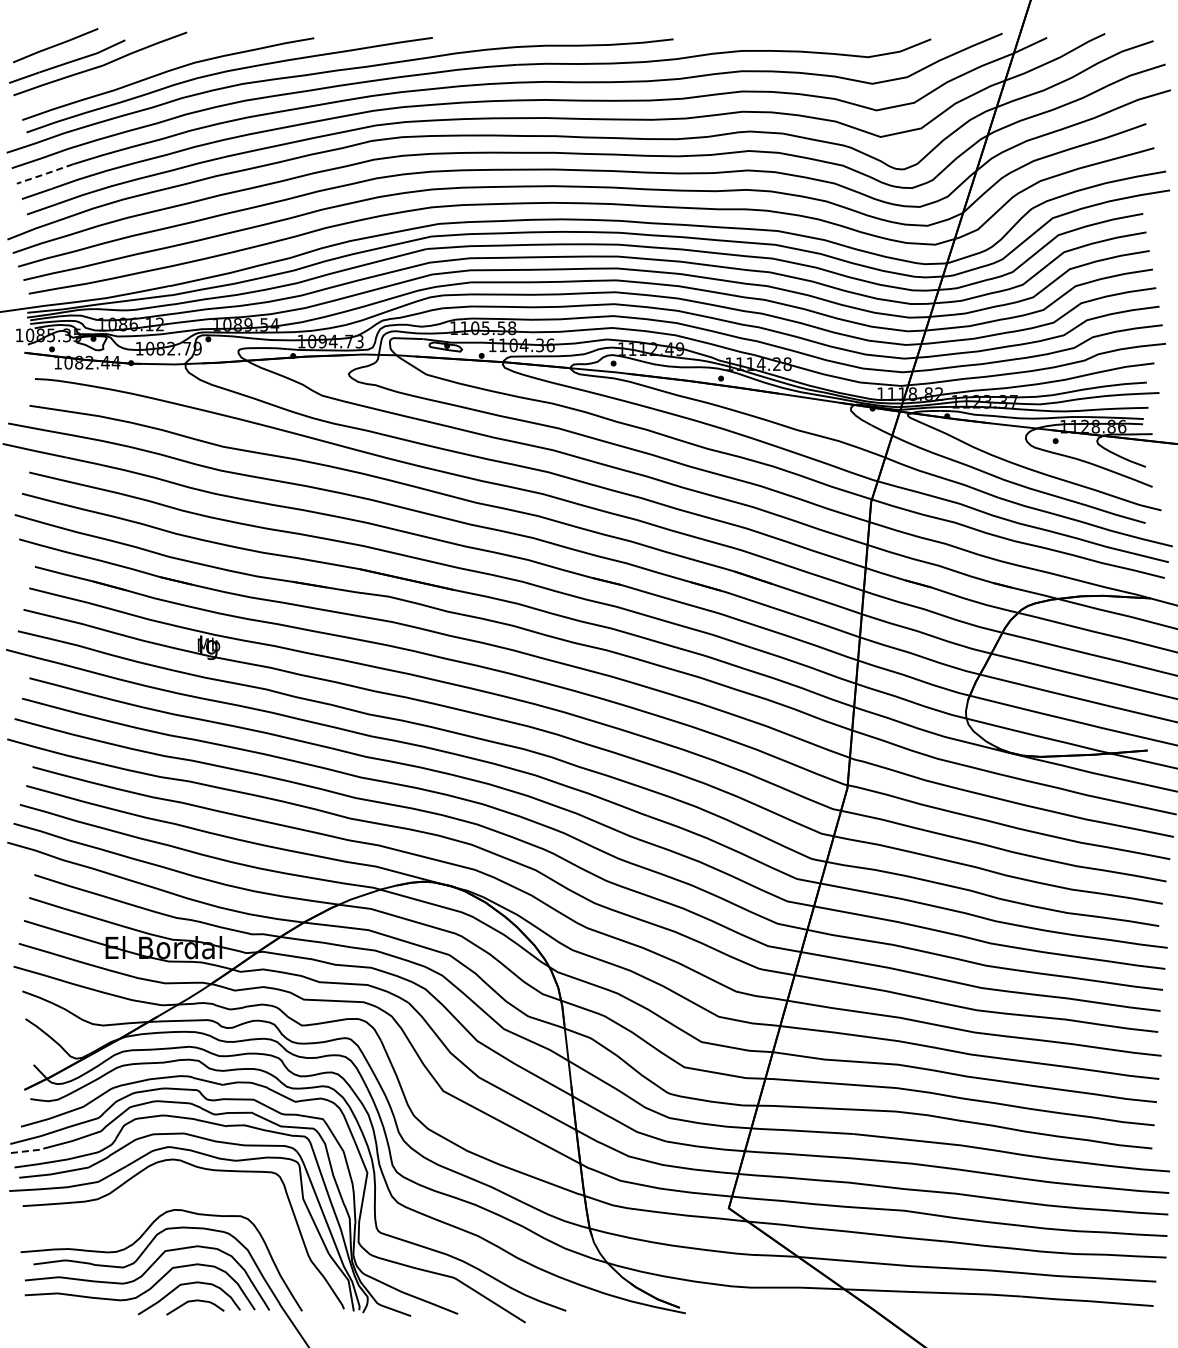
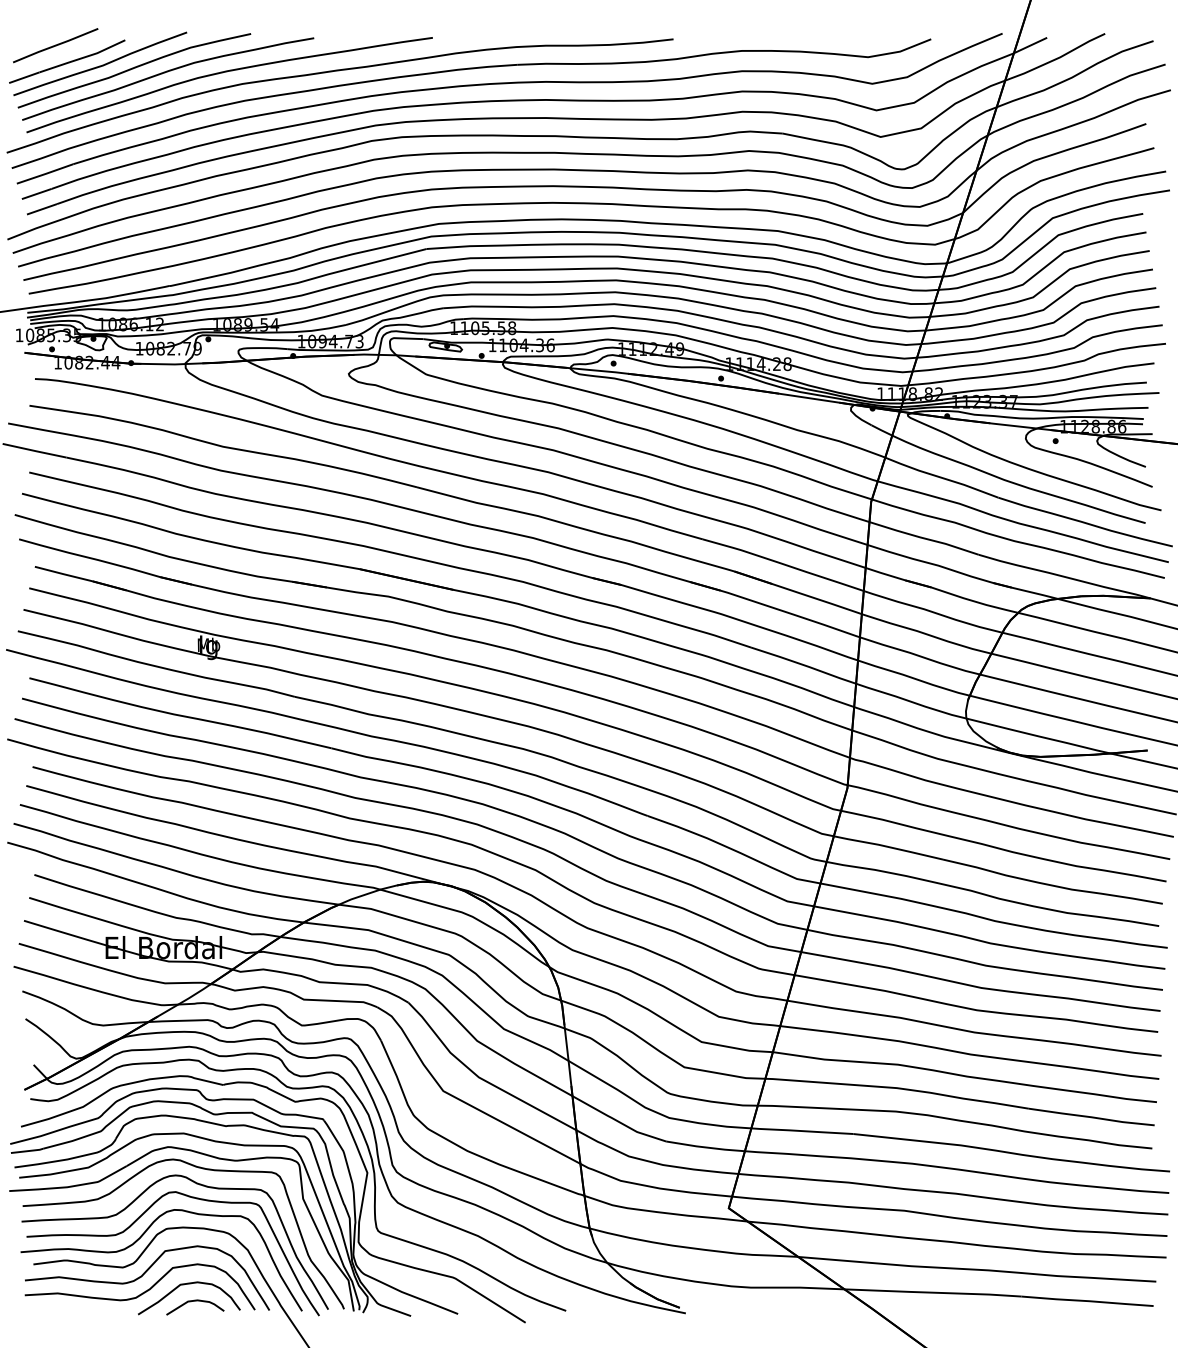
curve at (133, 69): none -> present
line at (45, 174): dashed -> solid
line at (28, 1151): dashed -> solid
part at (147, 1211): none -> present
